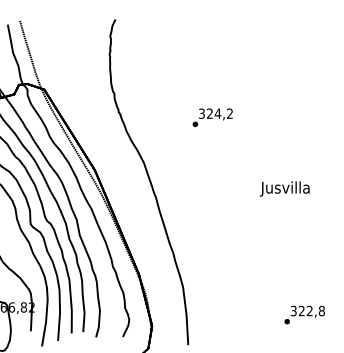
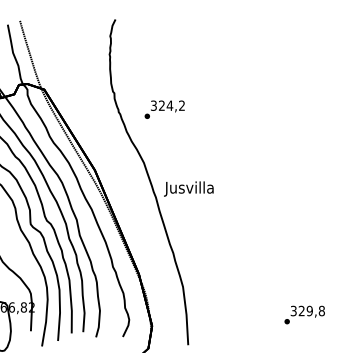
text at (212, 117) position: (212, 117) -> (164, 109)
text at (284, 188) position: (284, 188) -> (188, 188)
text at (309, 311): 322,8 -> 329,8
